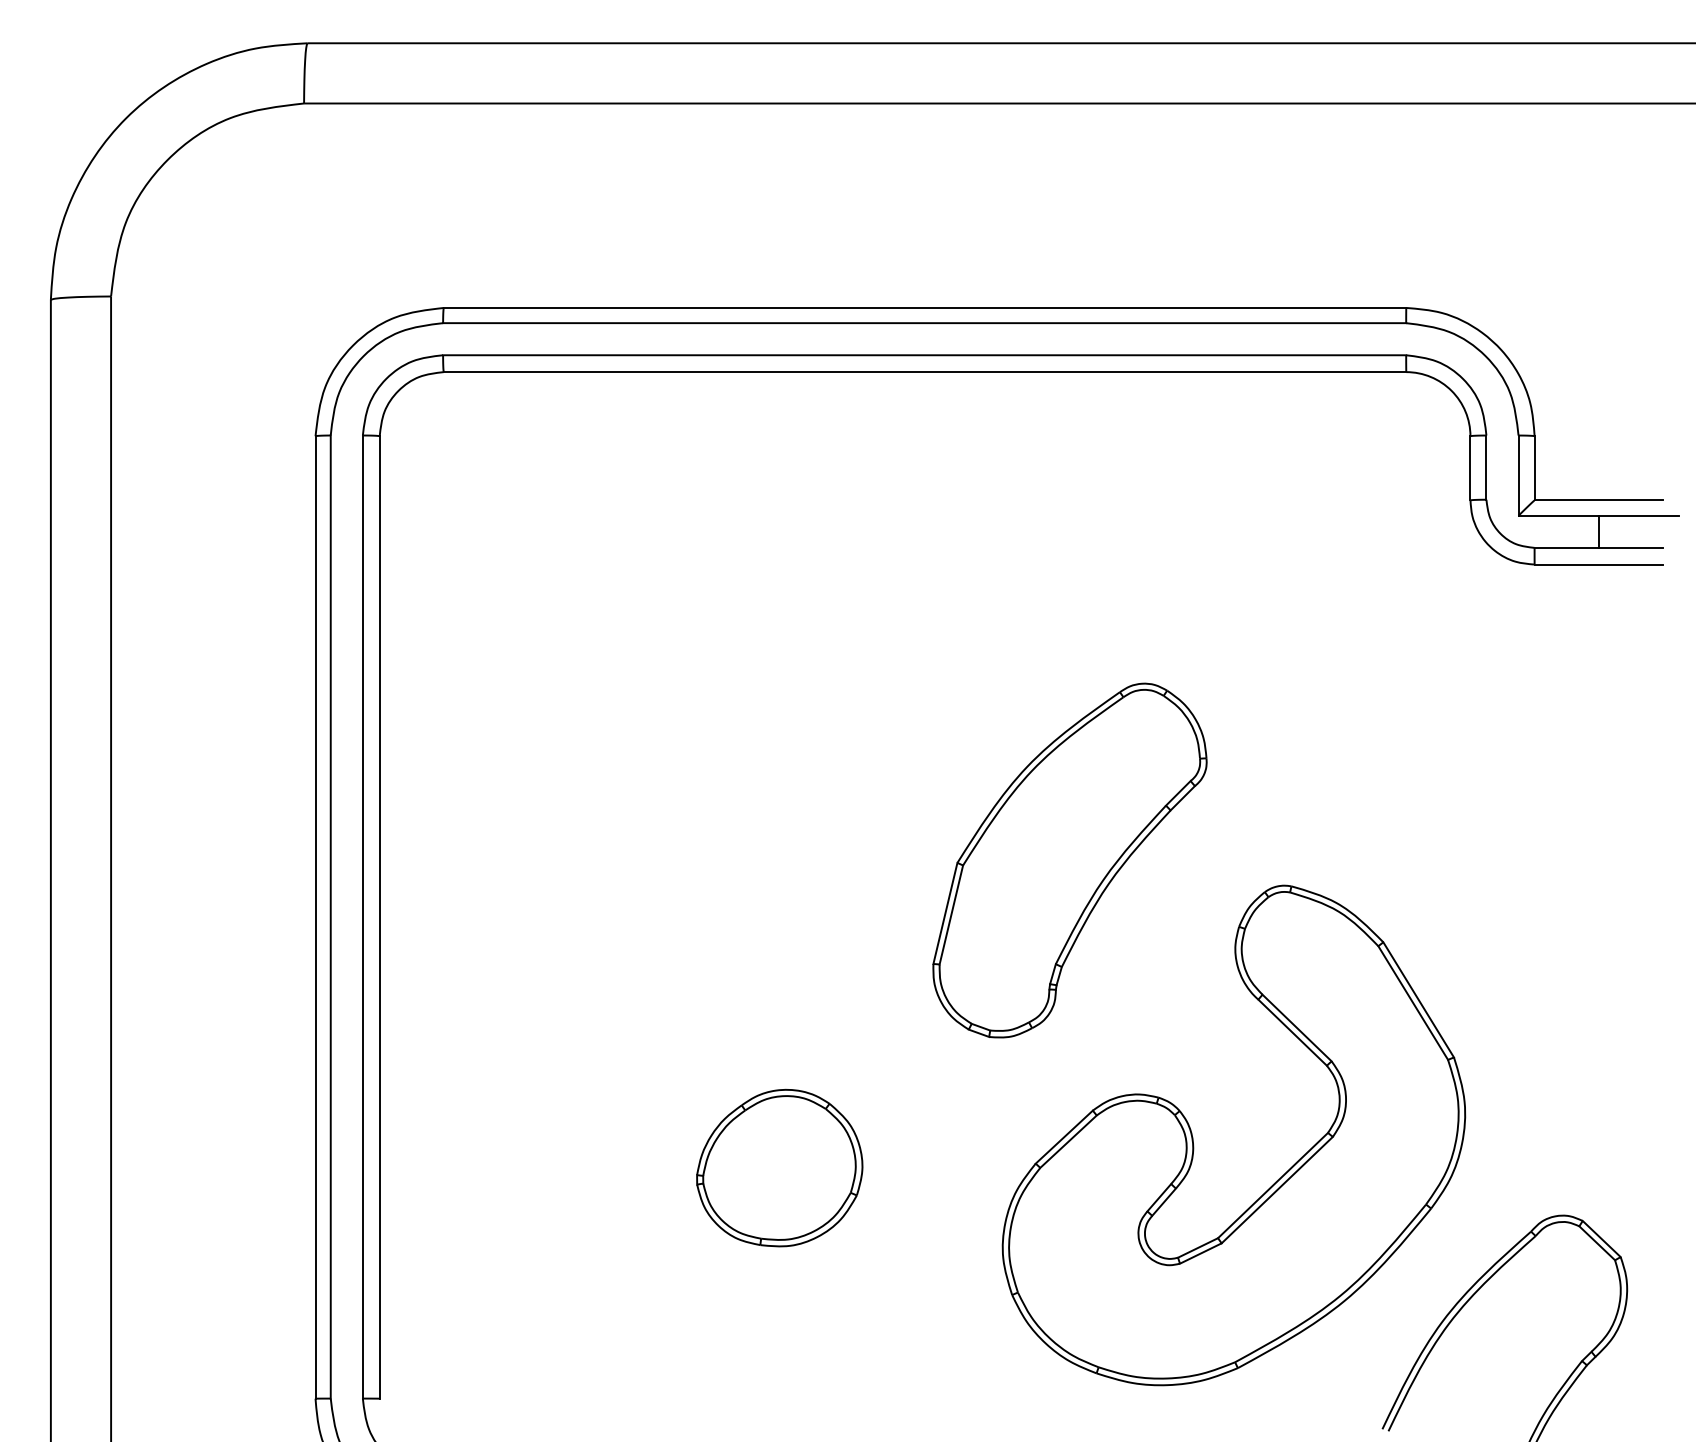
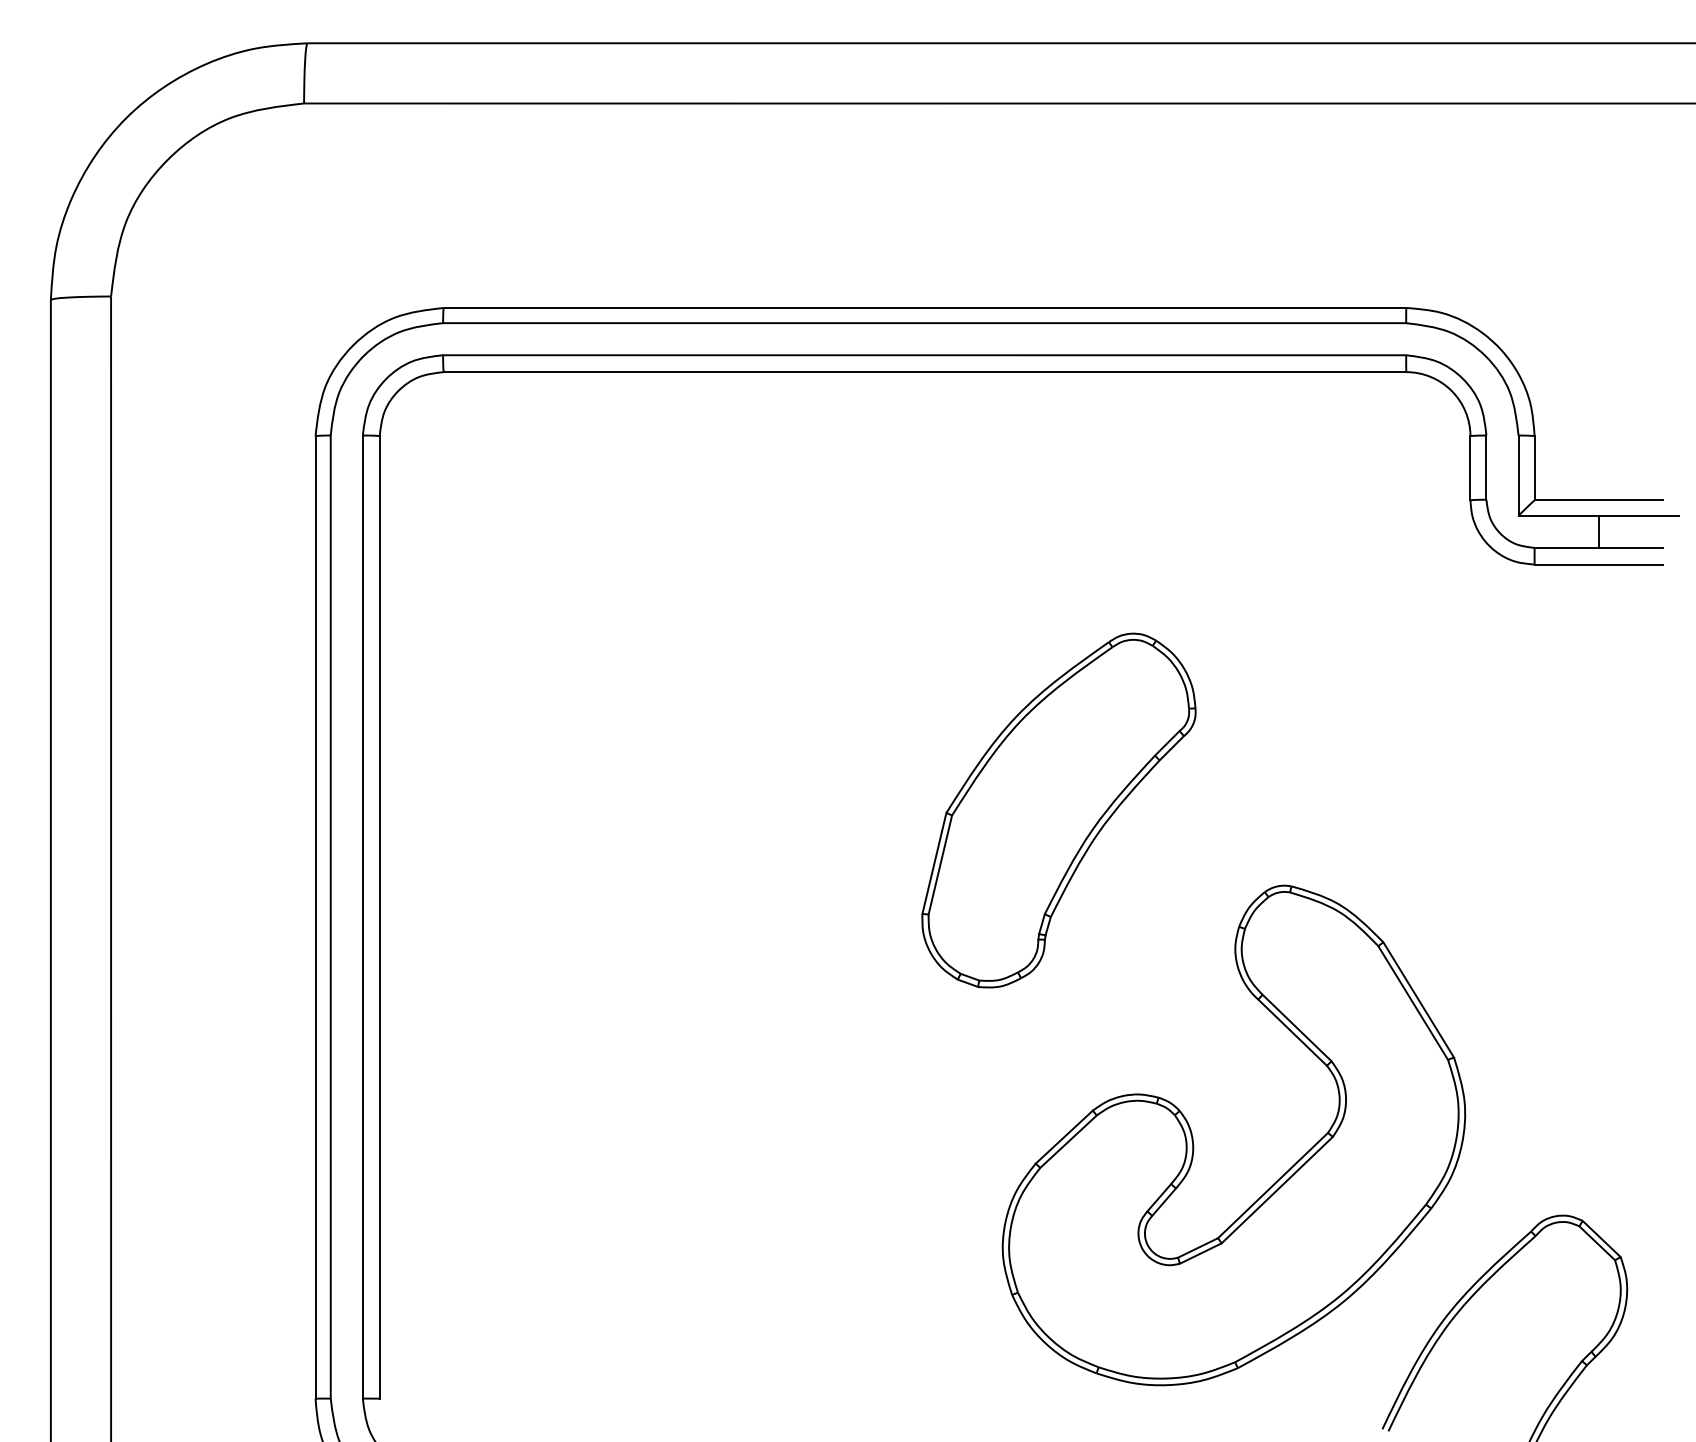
part at (1069, 860) position: (1069, 860) -> (1058, 810)
part at (779, 1167): present -> none
